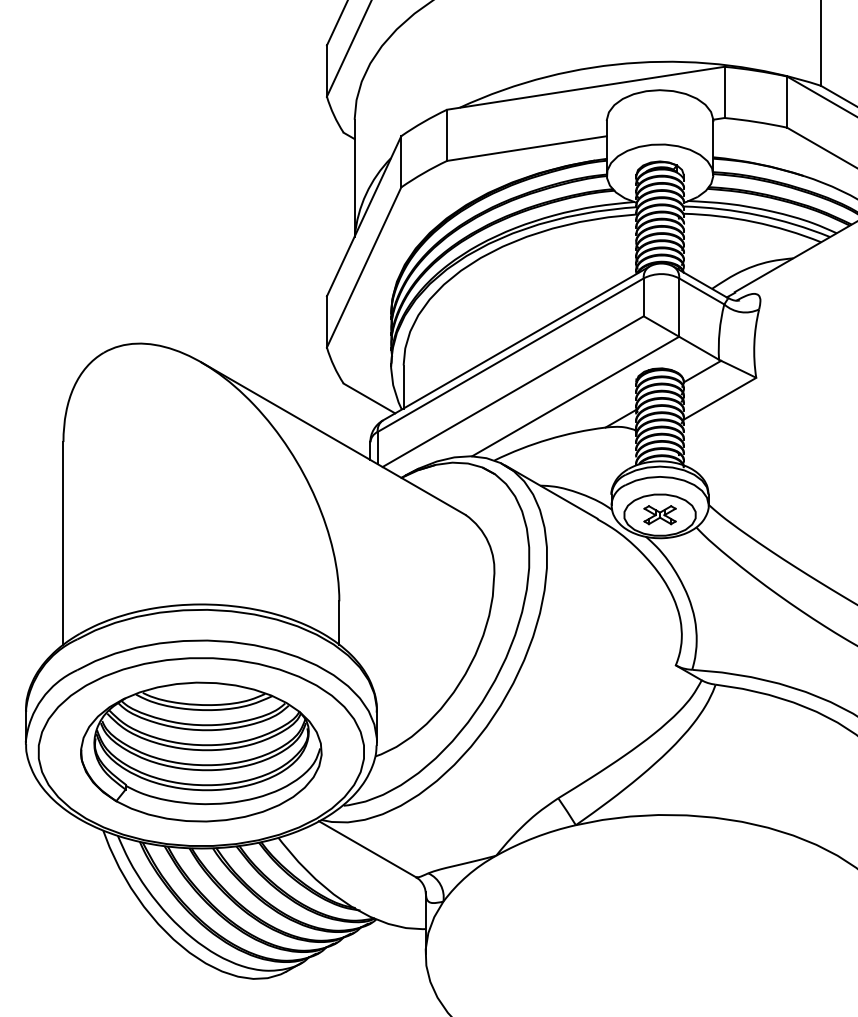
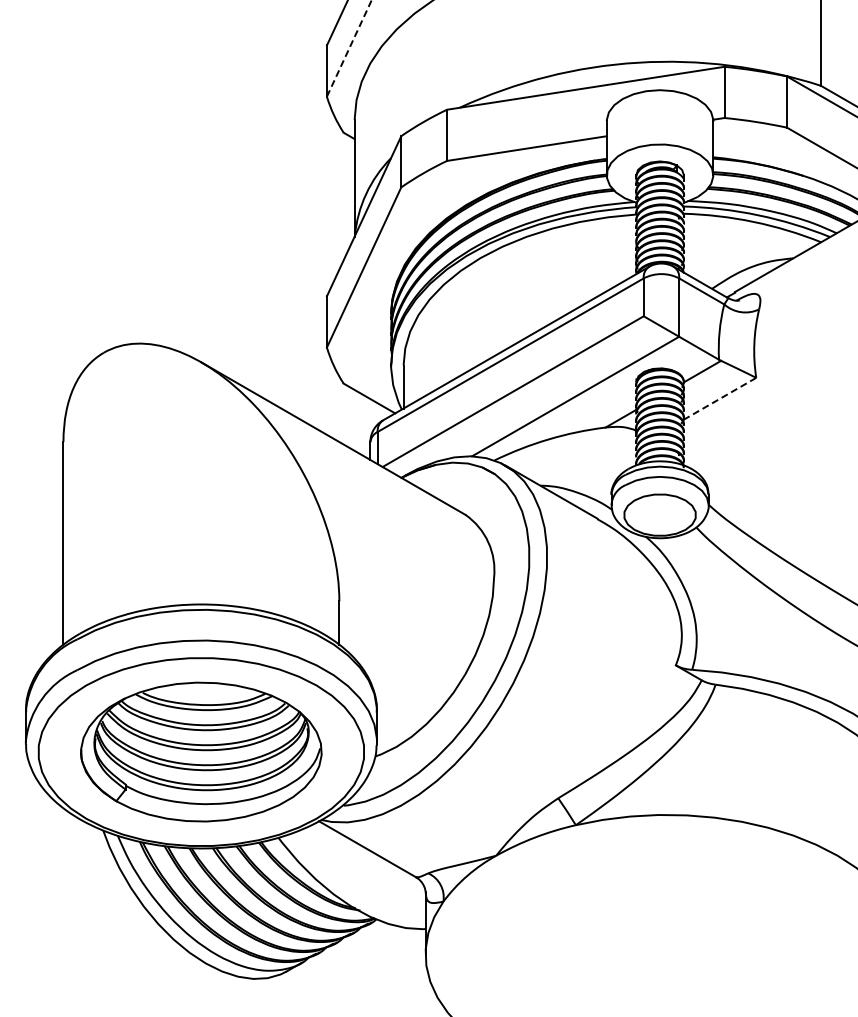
line at (349, 48): solid -> dashed
line at (719, 399): solid -> dashed
part at (659, 515): present -> none
